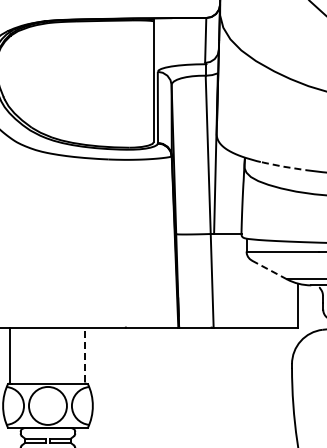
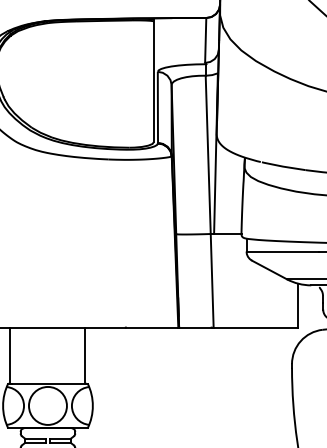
line at (283, 166): dashed -> solid
line at (269, 270): dashed -> solid
line at (85, 354): dashed -> solid
